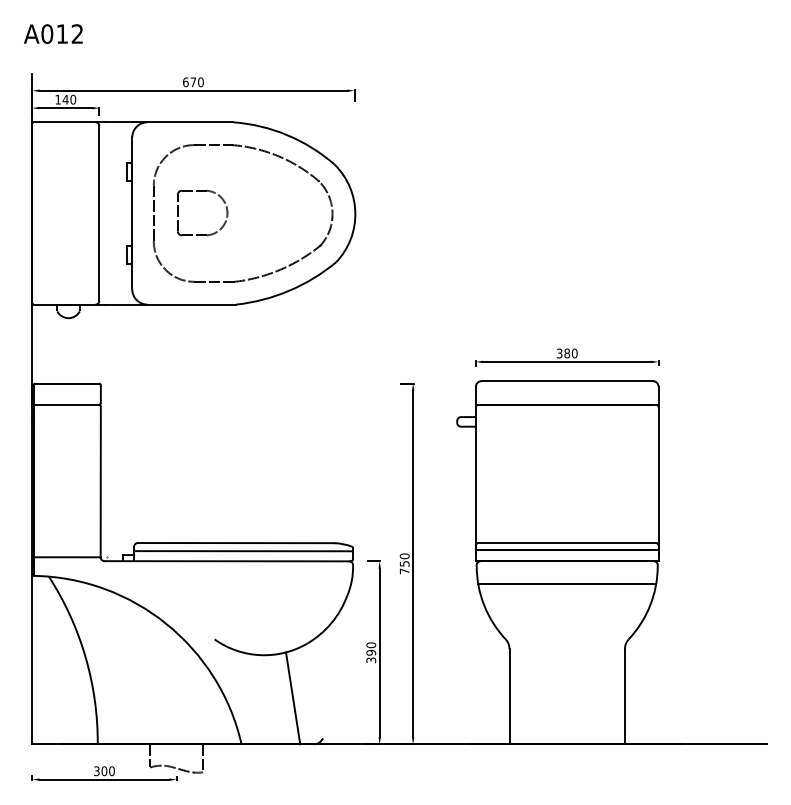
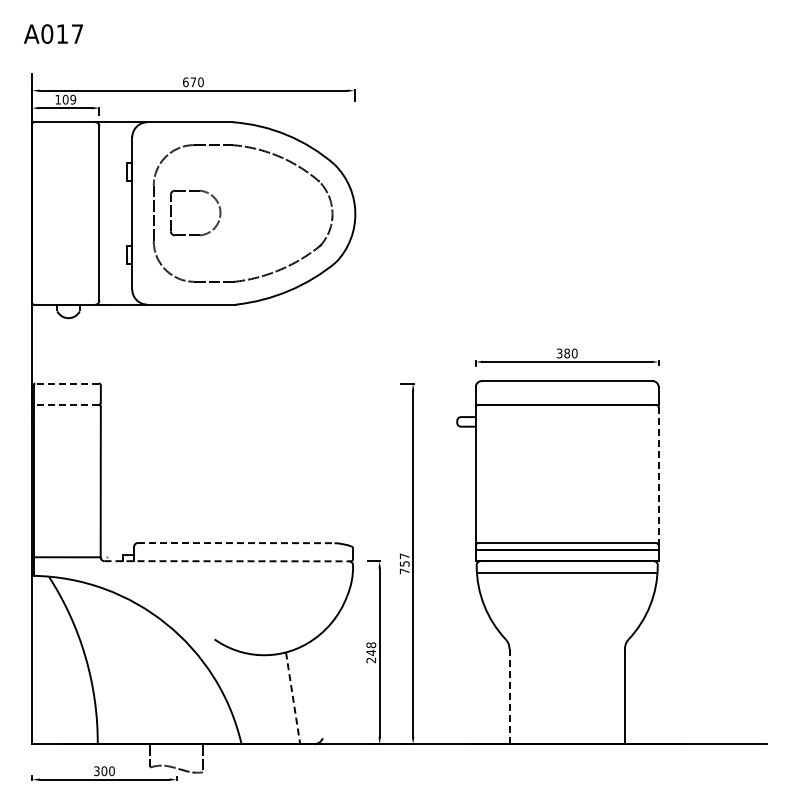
text at (76, 33): A012 -> A017
text at (69, 99): 140 -> 109
part at (202, 191) position: (202, 191) -> (195, 191)
line at (67, 383): solid -> dashed
line at (66, 404): solid -> dashed
line at (658, 480): solid -> dashed
line at (236, 543): solid -> dashed
line at (243, 551): present -> none
text at (404, 556): 750 -> 757
line at (228, 561): solid -> dashed
line at (567, 583) position: (567, 583) -> (567, 572)
text at (371, 652): 390 -> 248
line at (509, 696): solid -> dashed
line at (293, 698): solid -> dashed
